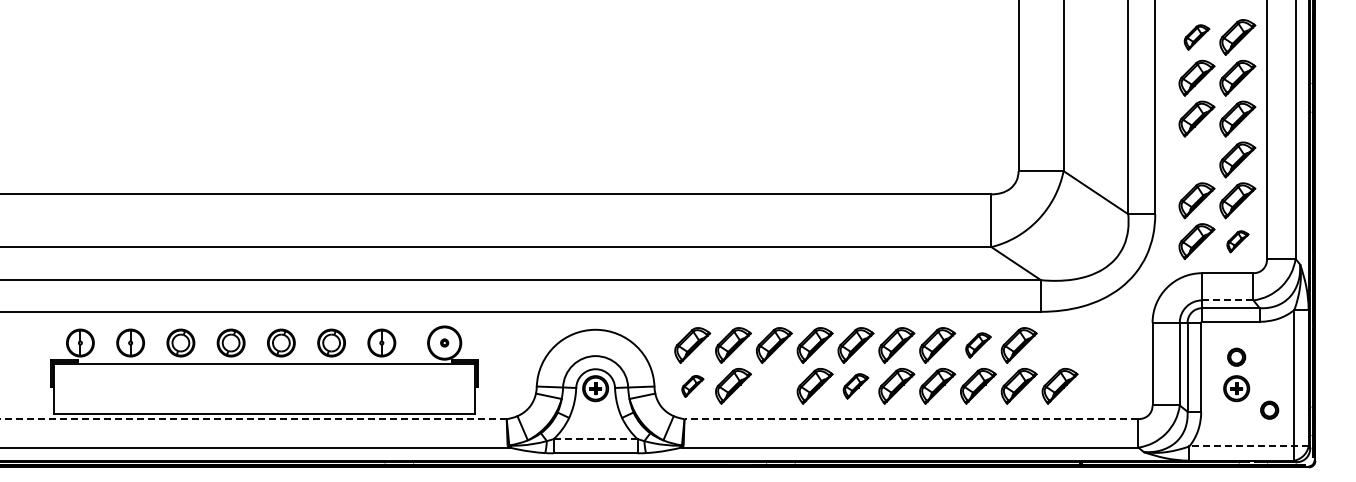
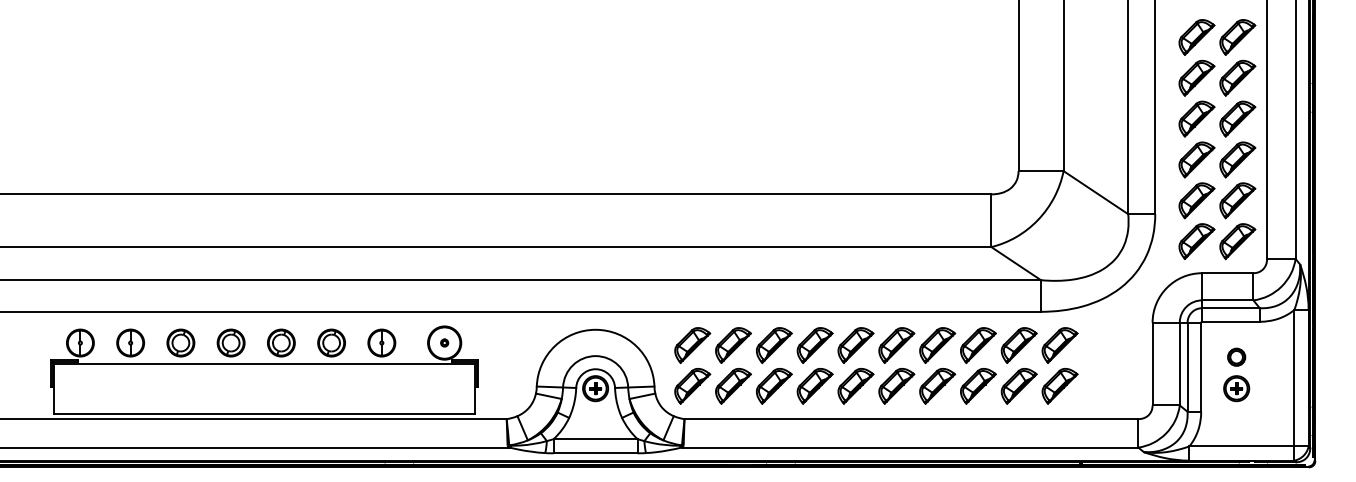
part at (1196, 37) size: 28x27 px -> 38x37 px
part at (1196, 159): none -> present
part at (1237, 241) size: 24x24 px -> 38x38 px
line at (1227, 300): dashed -> solid
part at (978, 345) size: 27x27 px -> 37x37 px
part at (1059, 345): none -> present
part at (692, 386) size: 24x23 px -> 38x37 px
part at (774, 386): none -> present
part at (855, 386) size: 28x27 px -> 38x37 px
part at (1269, 409): present -> none
line at (253, 419): dashed -> solid
line at (911, 419): dashed -> solid
line at (595, 439): dashed -> solid
line at (1249, 446): dashed -> solid
